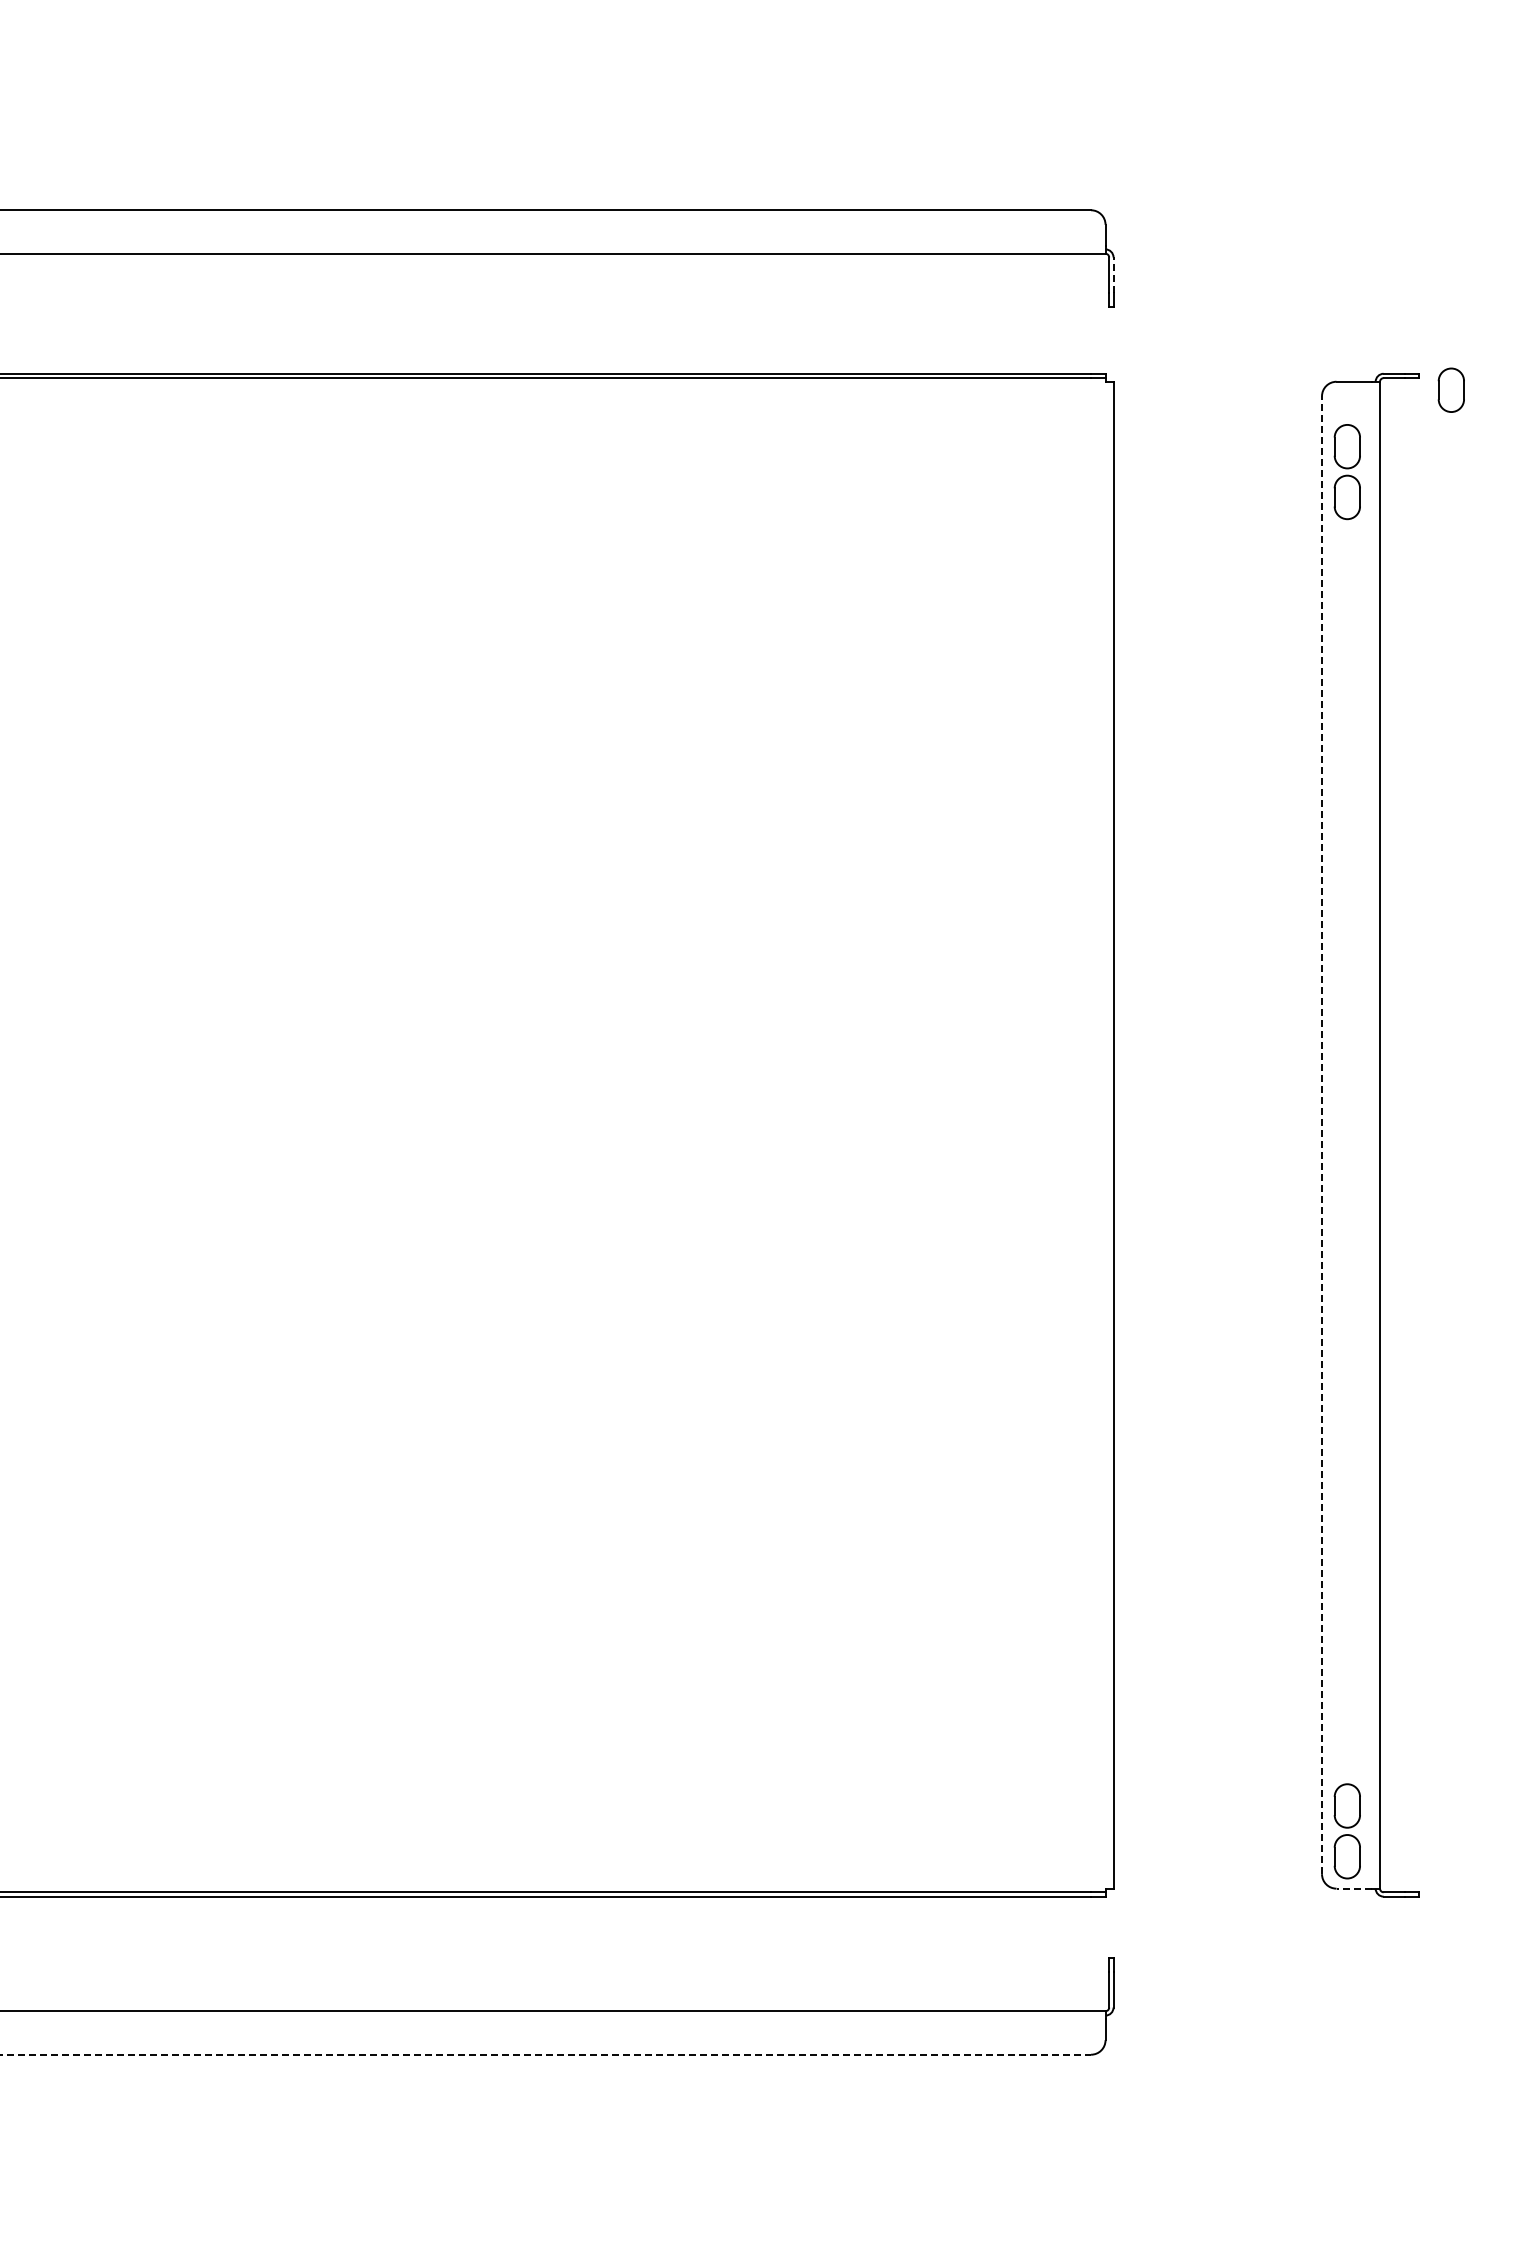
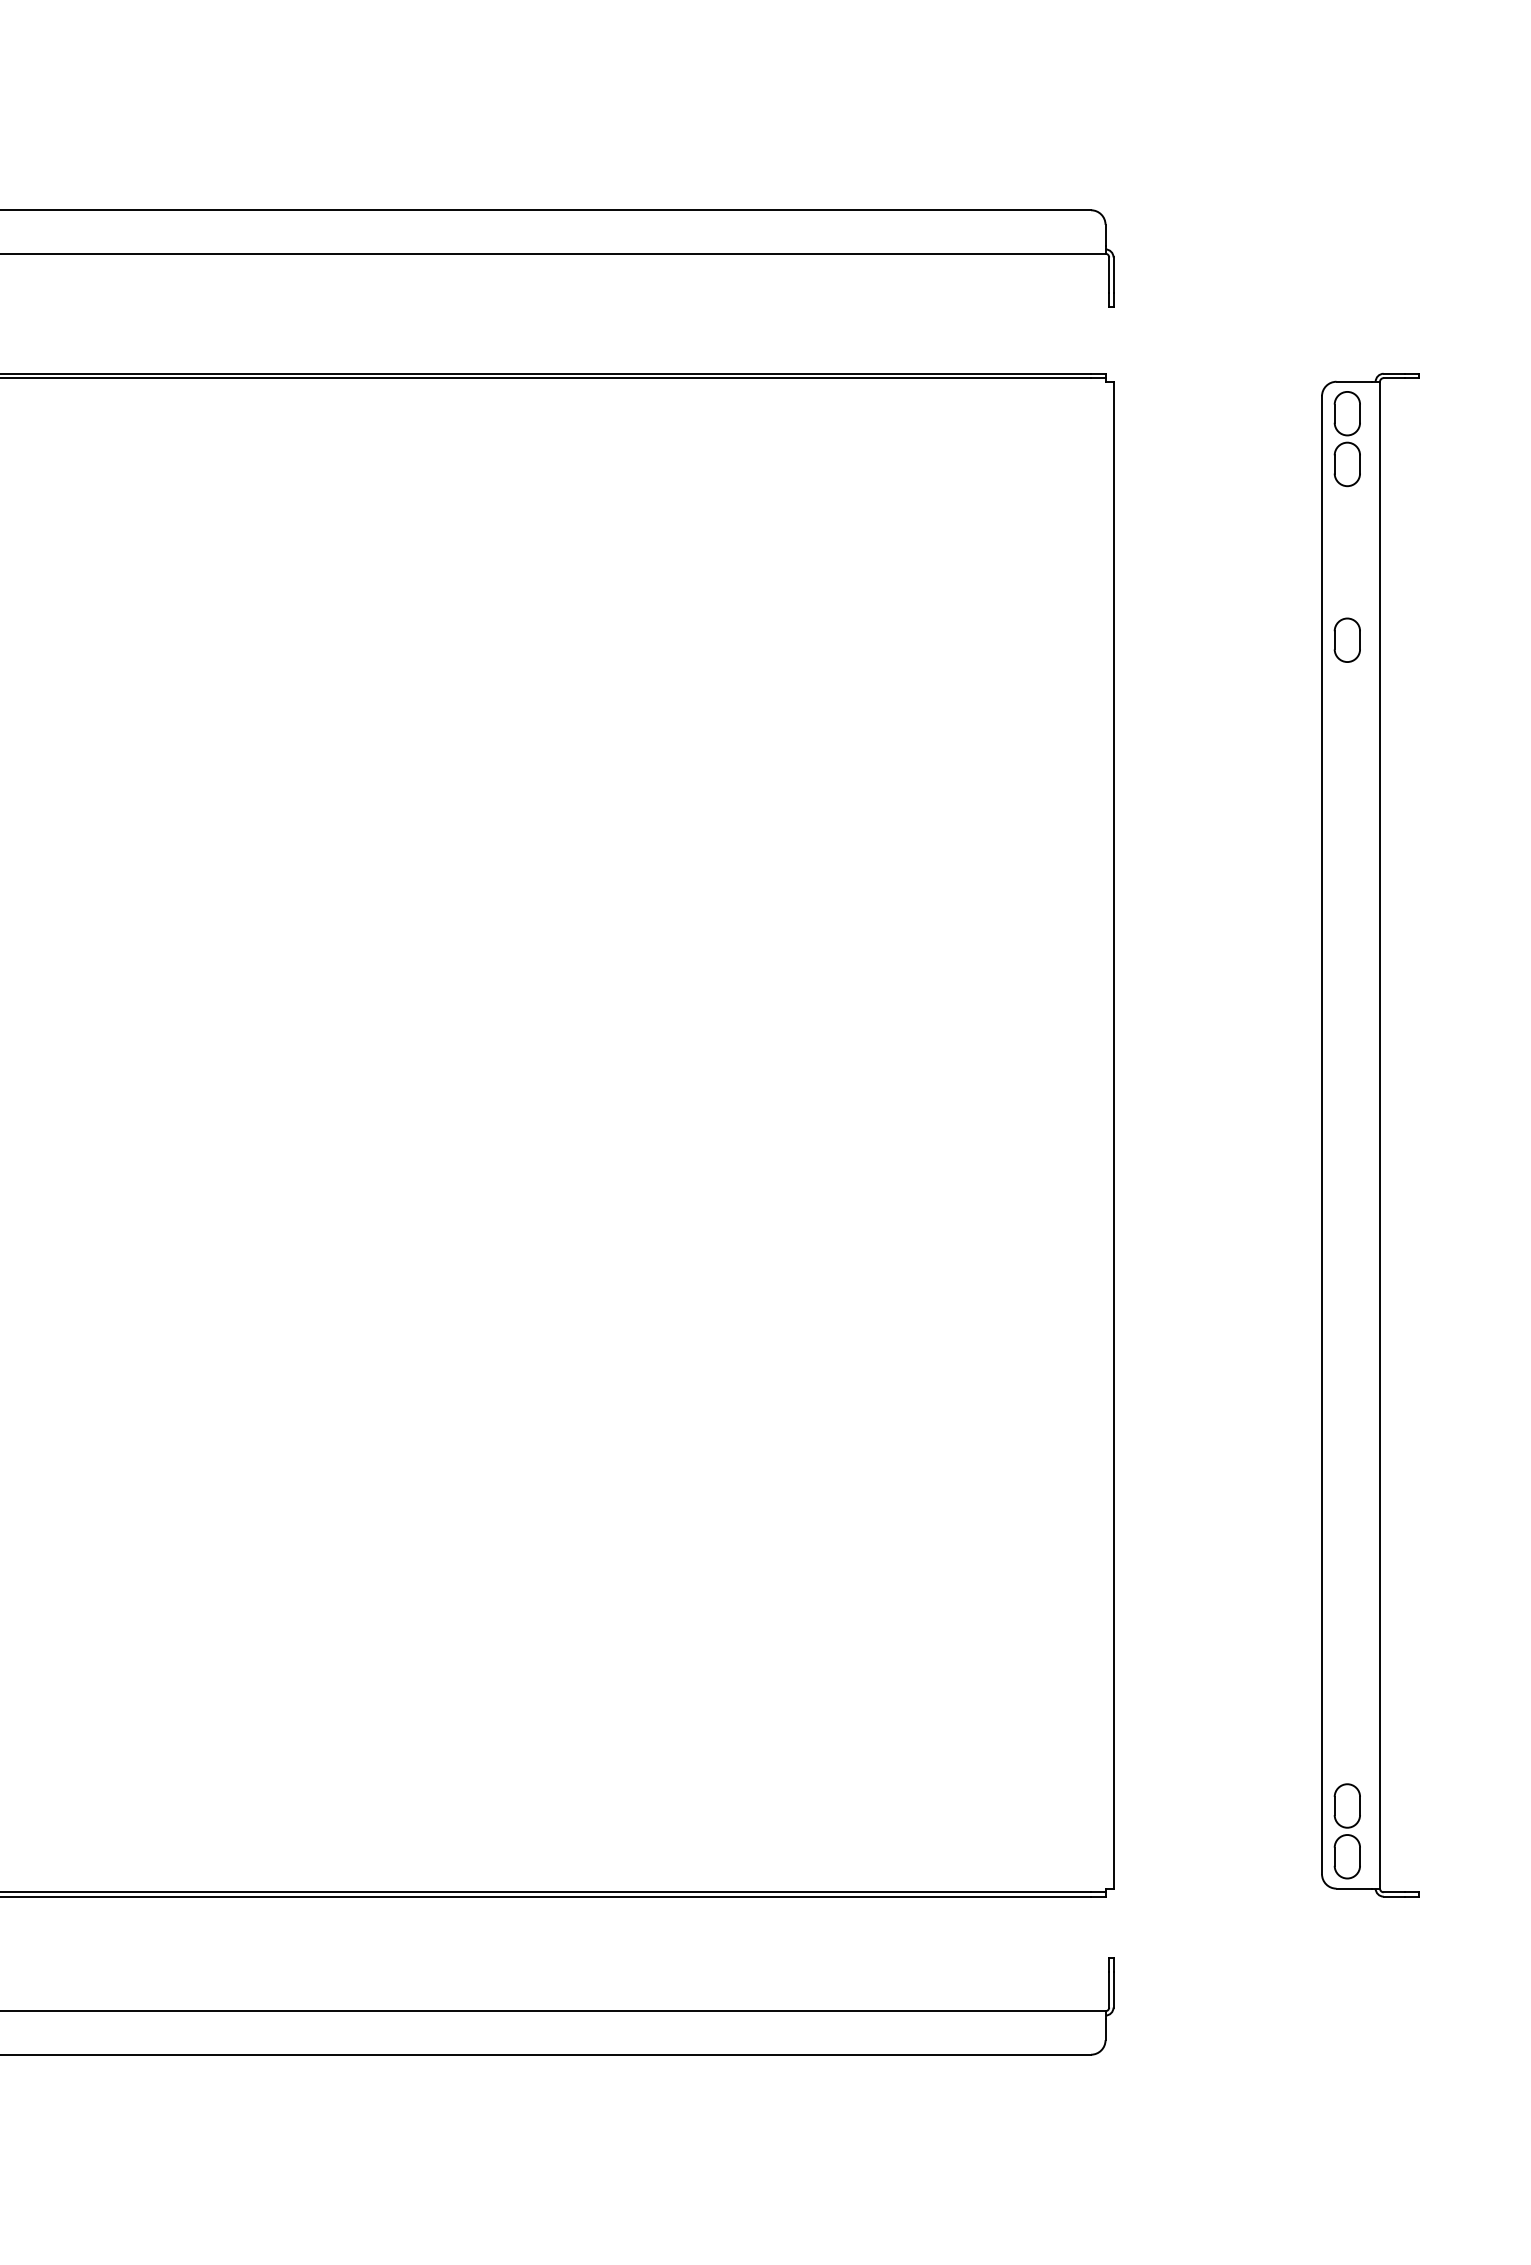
line at (1113, 275): dashed -> solid
part at (1450, 389) position: (1450, 389) -> (1346, 639)
part at (1346, 472) position: (1346, 472) -> (1346, 439)
line at (1322, 1135): dashed -> solid
line at (1354, 1888): dashed -> solid
line at (546, 2054): dashed -> solid
